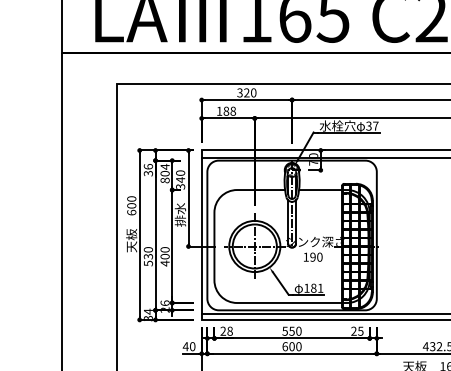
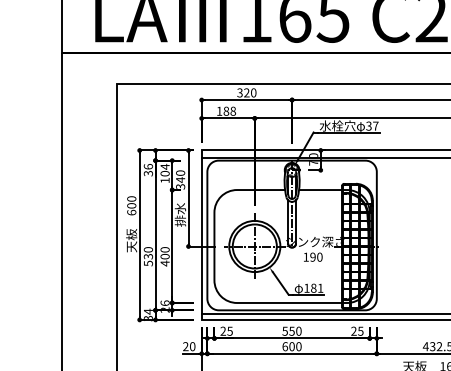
text at (164, 180): 804 -> 104
text at (229, 330): 28 -> 25
text at (185, 346): 40 -> 20
